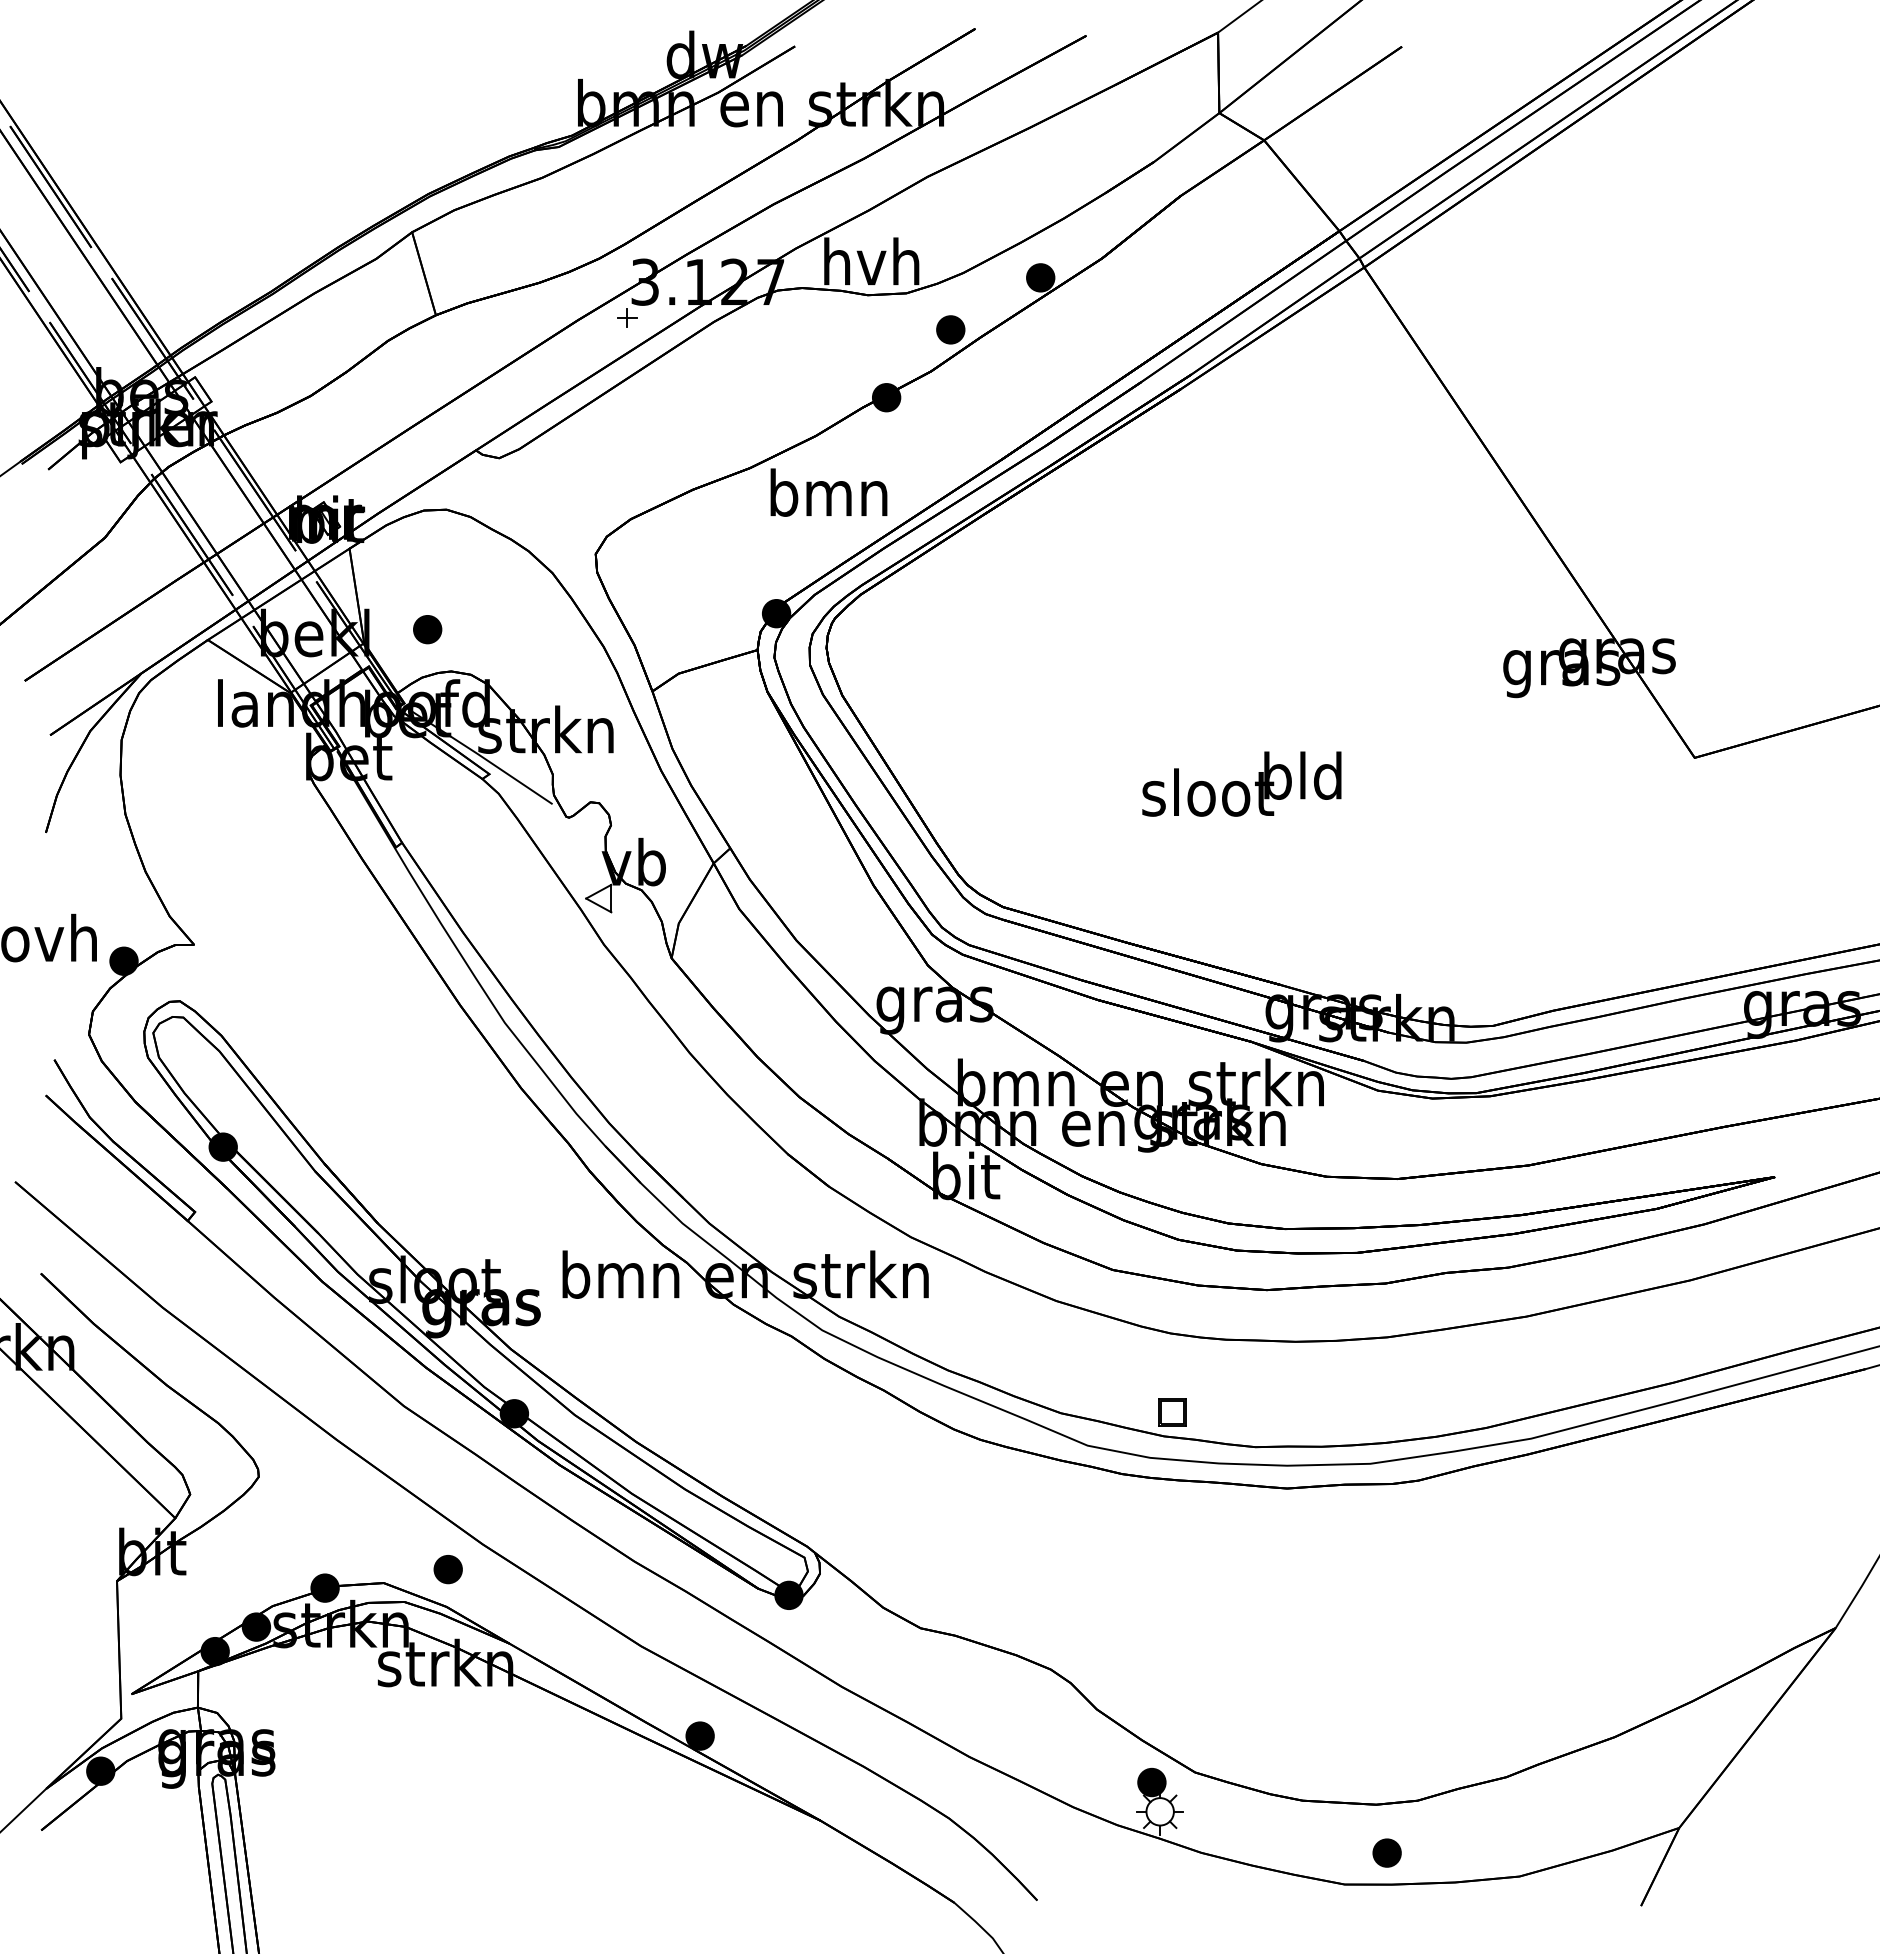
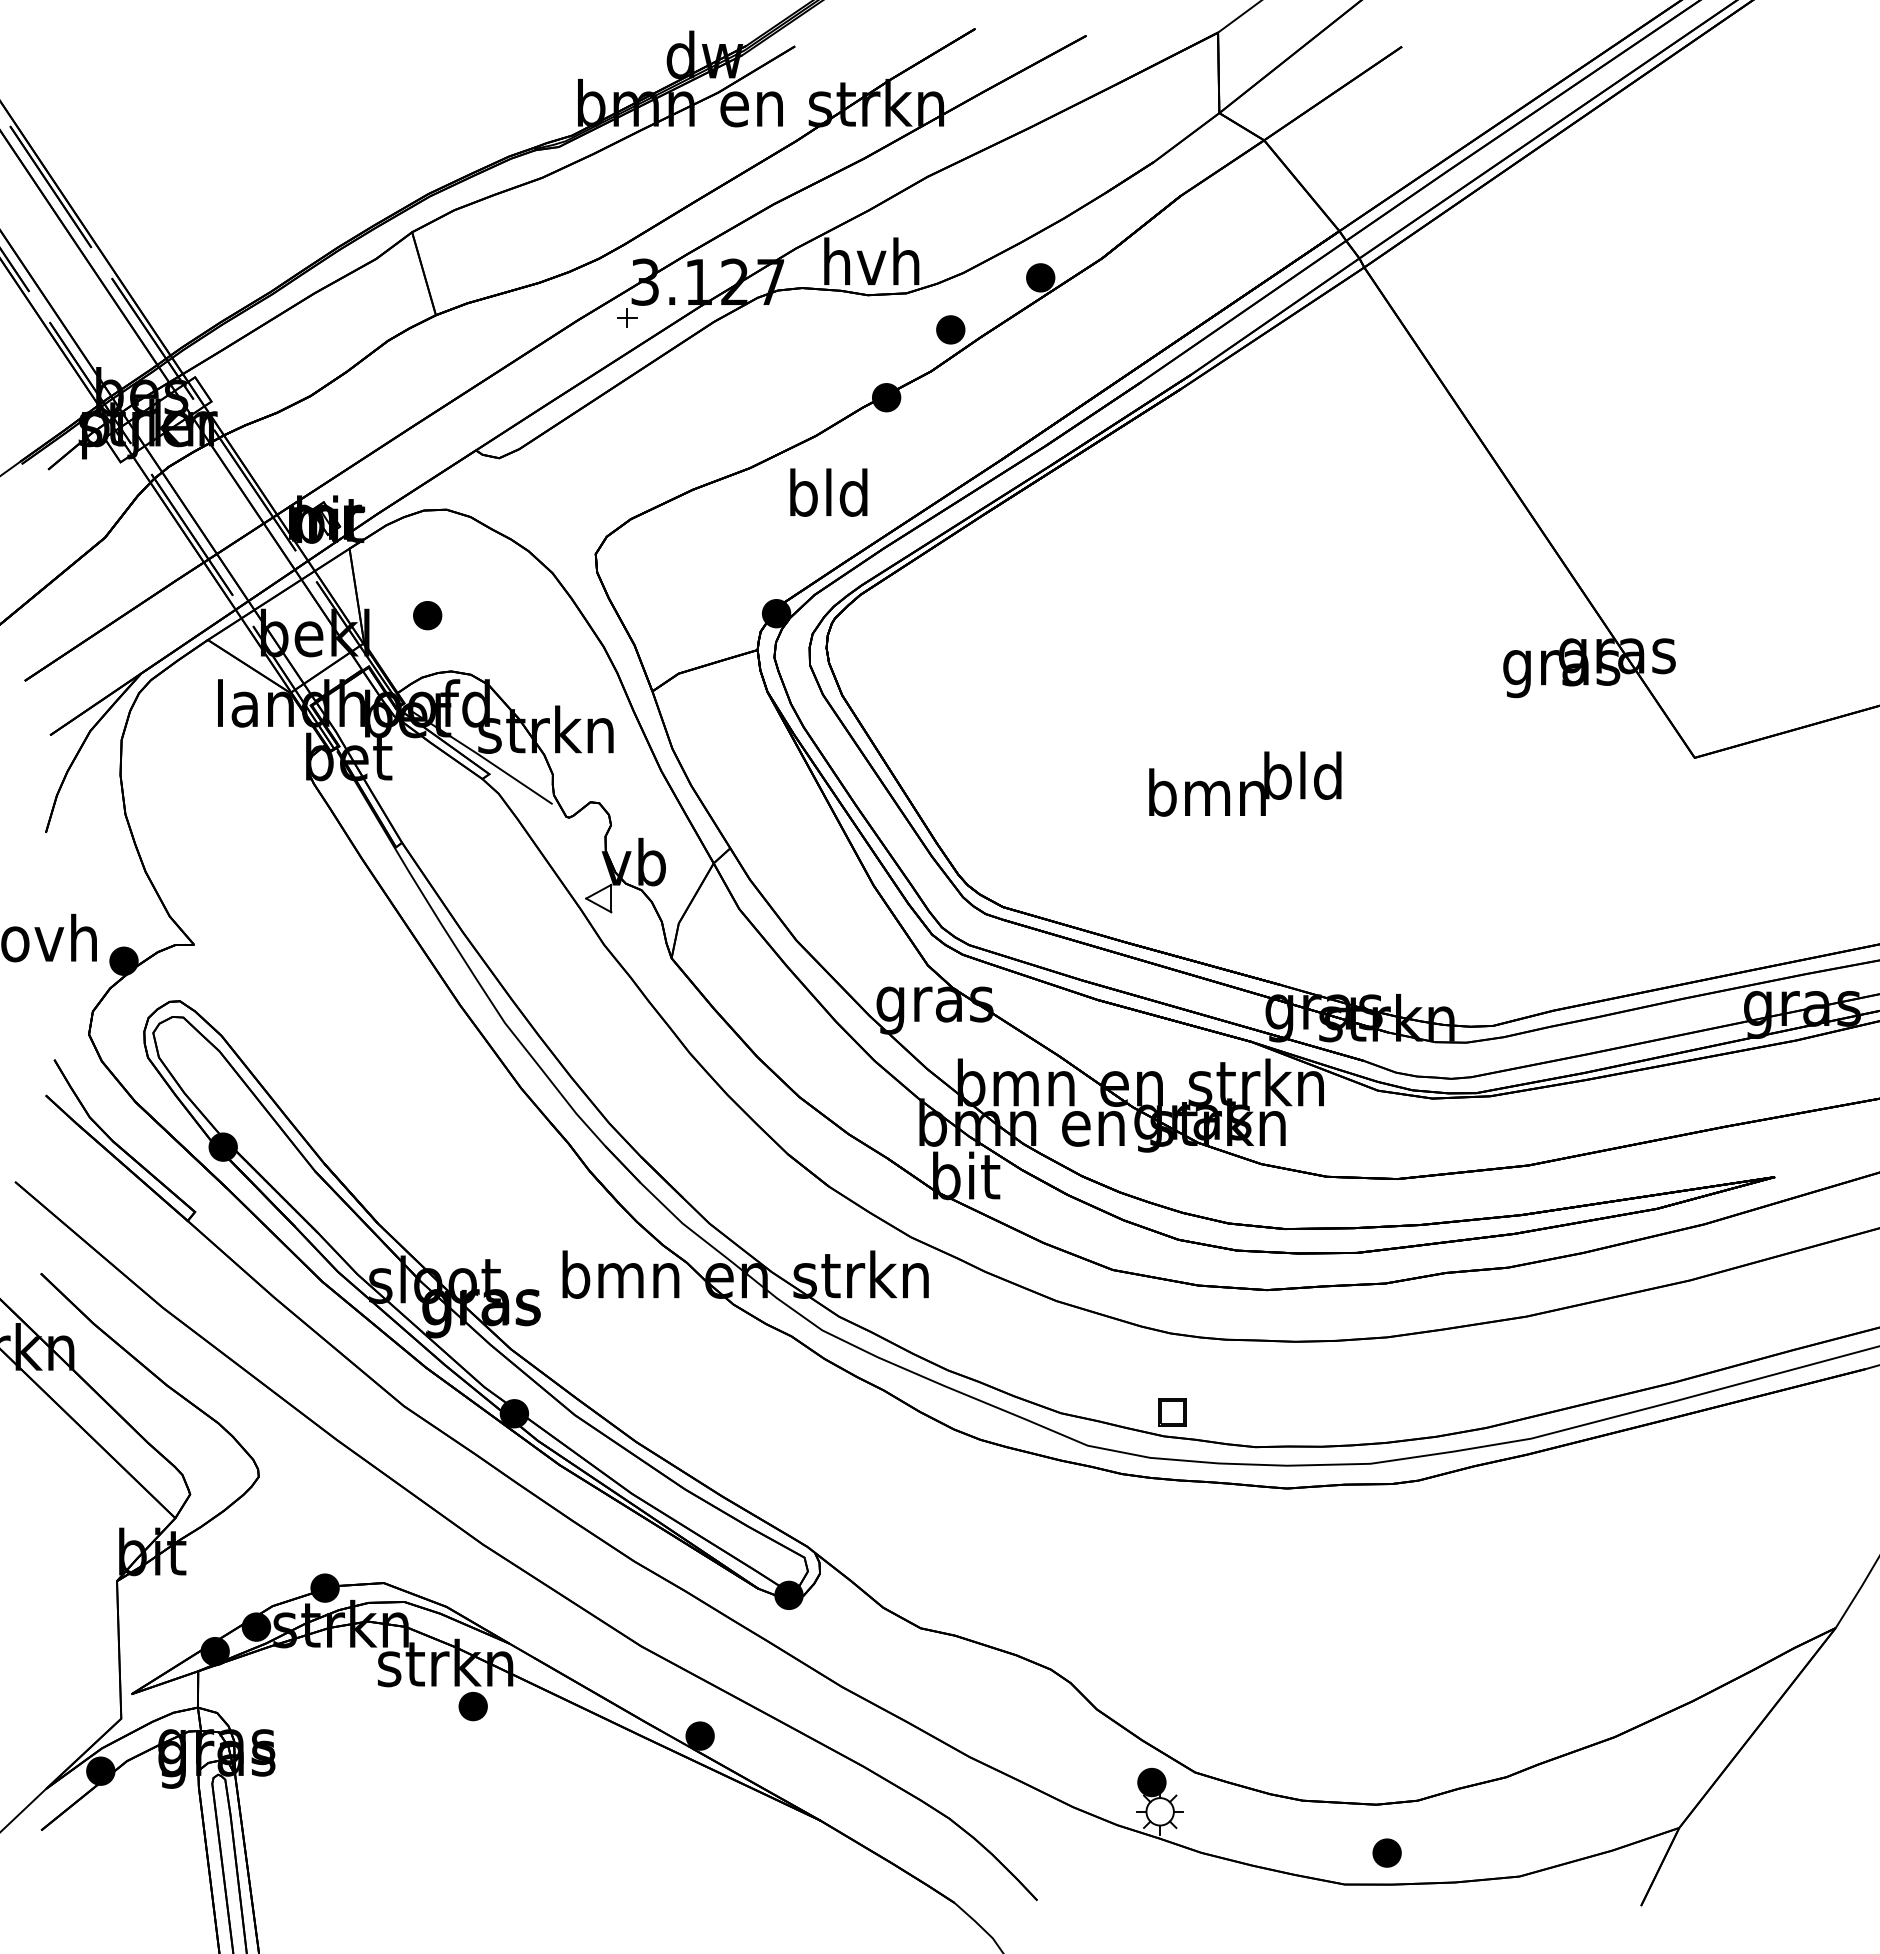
text at (828, 492): bmn -> bld
part at (427, 629) position: (427, 629) -> (427, 615)
text at (1208, 792): sloot -> bmn
part at (447, 1569) position: (447, 1569) -> (472, 1706)
